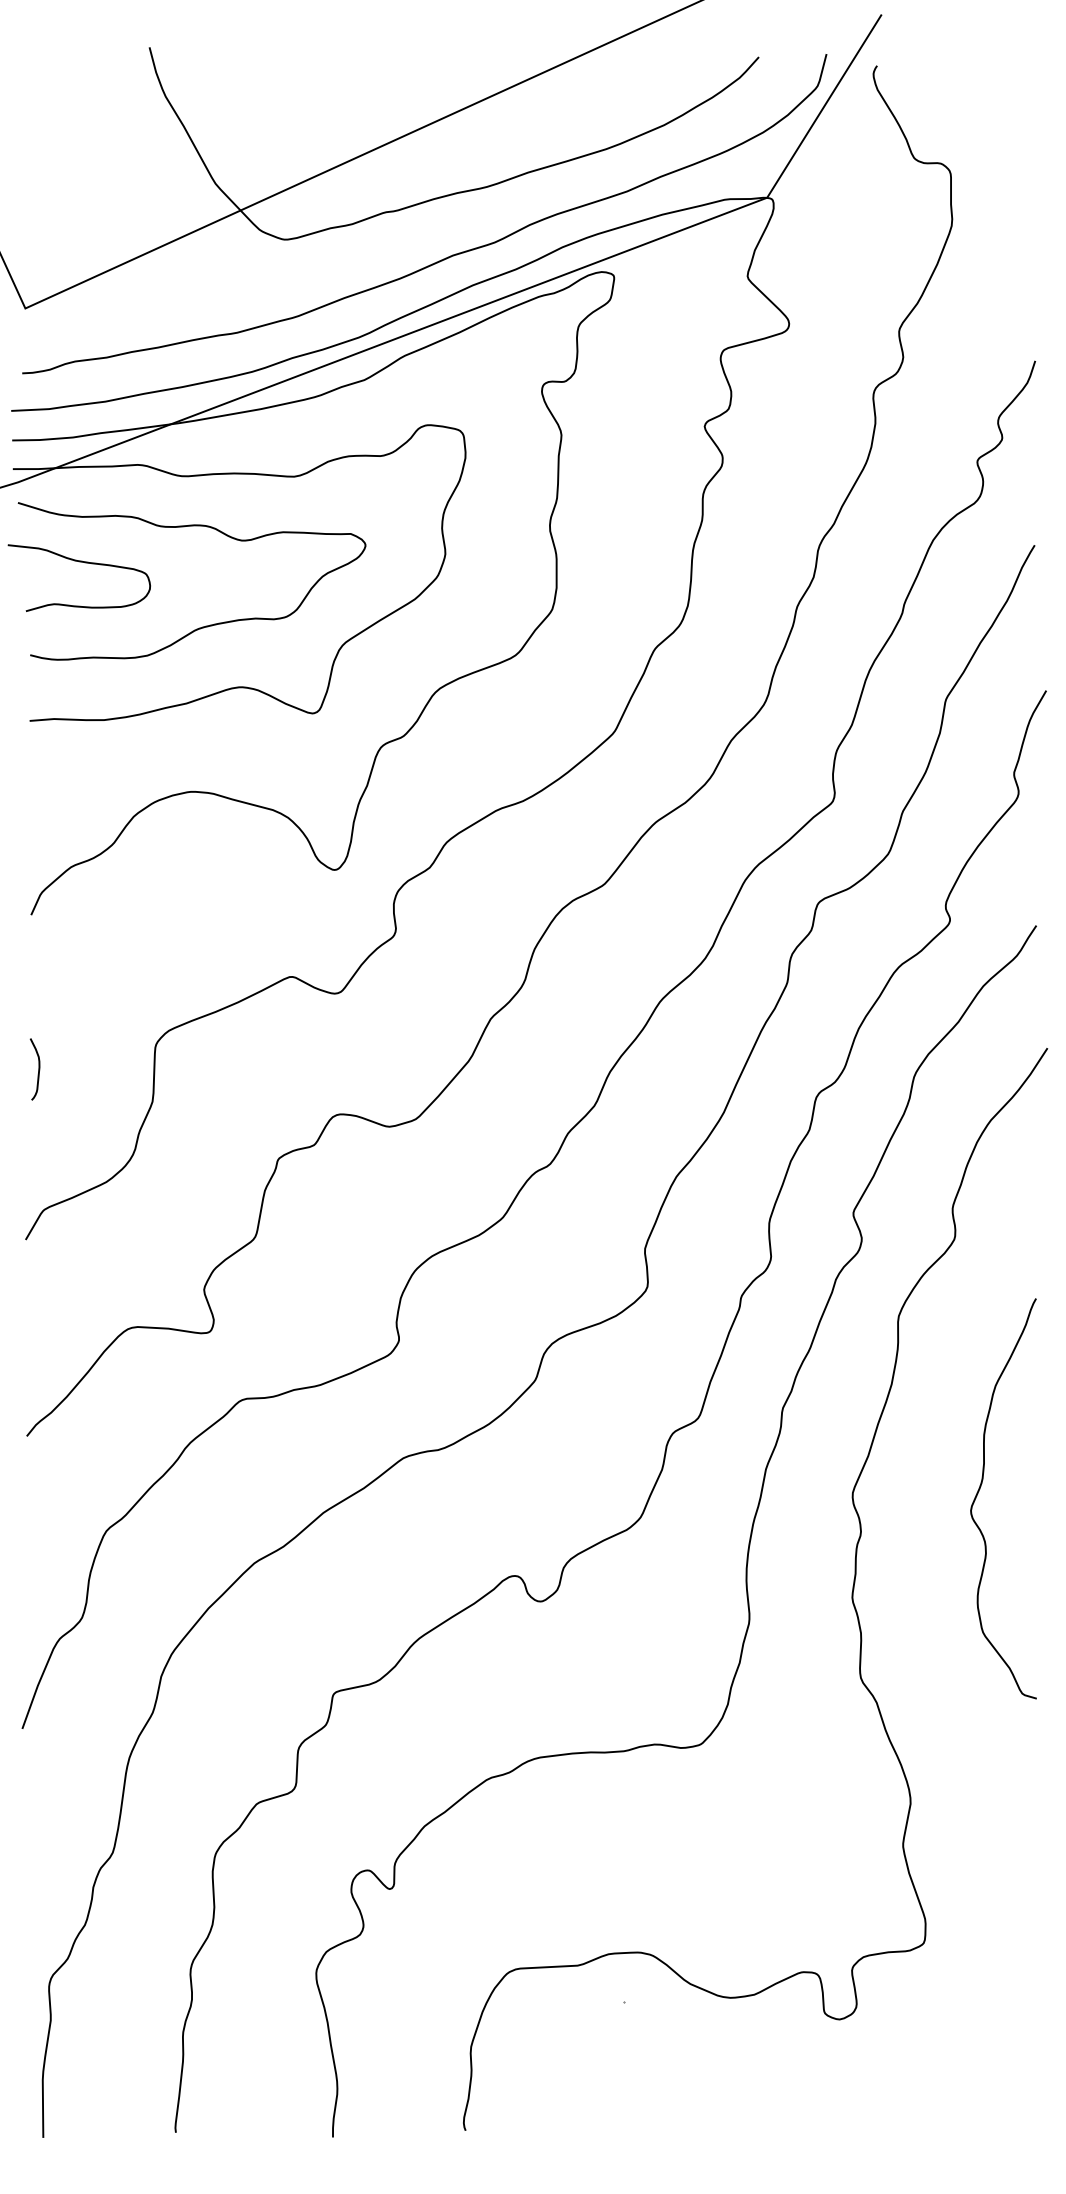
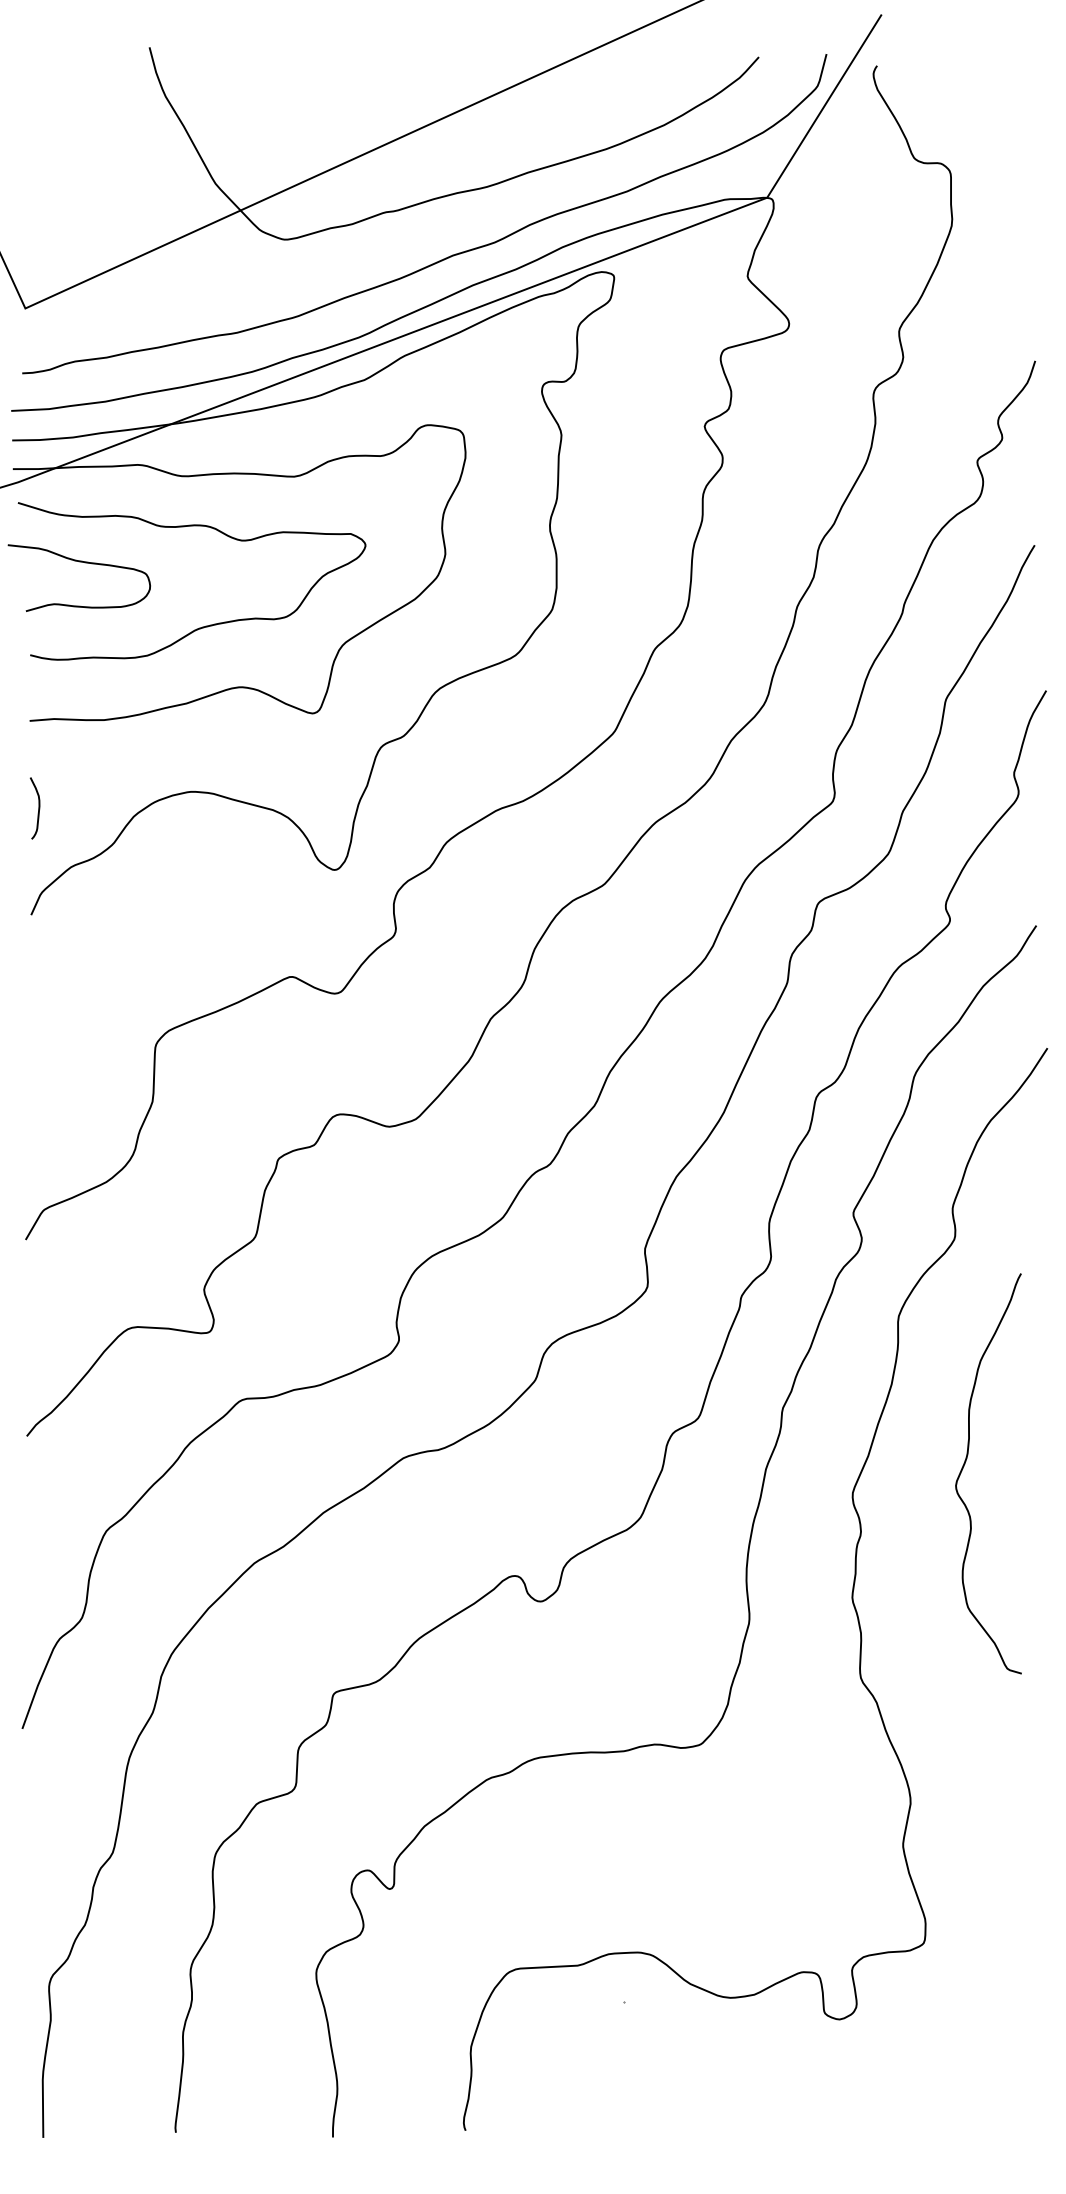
curve at (38, 1069) position: (38, 1069) -> (38, 808)
curve at (980, 1489) position: (980, 1489) -> (965, 1464)
